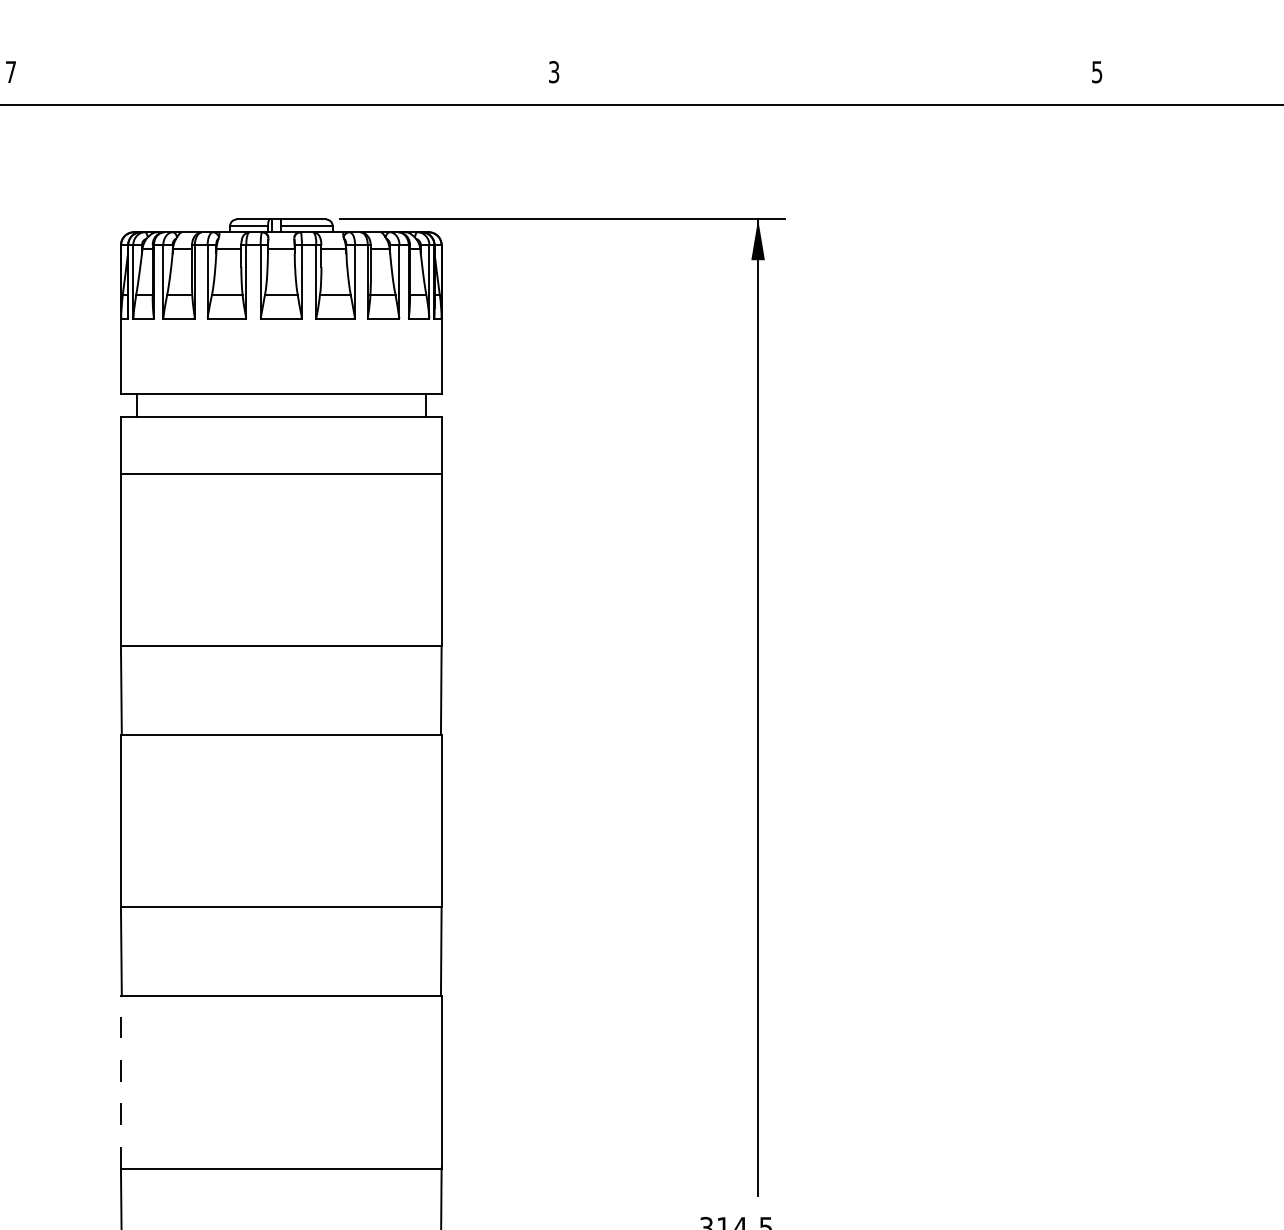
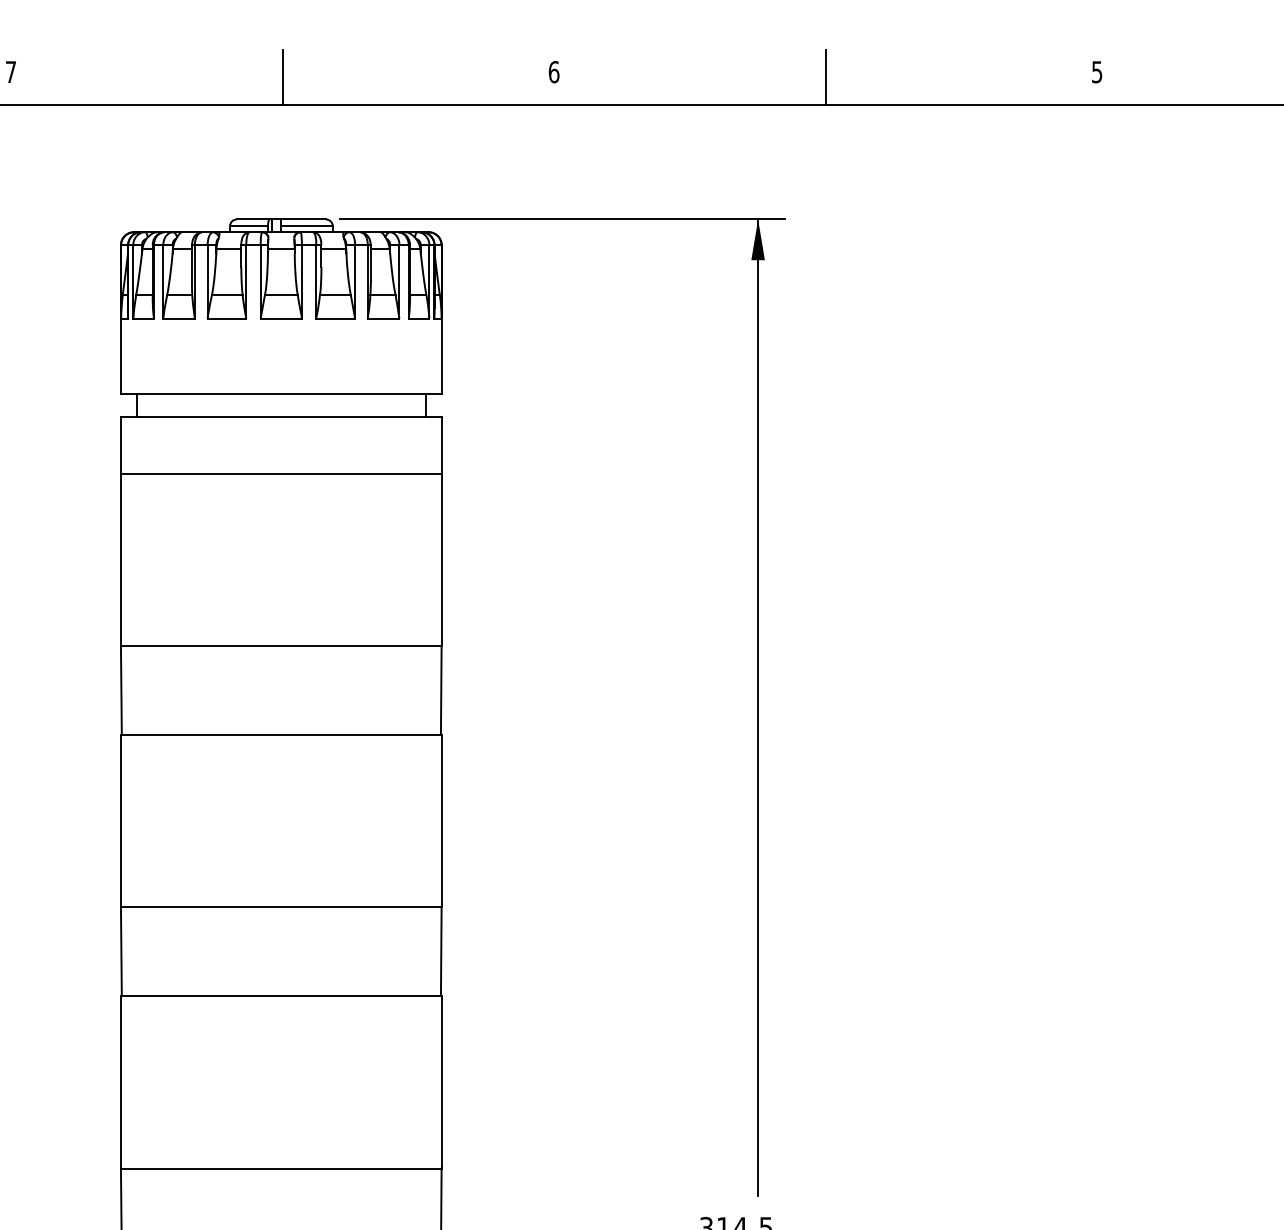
text at (553, 72): 3 -> 6
line at (282, 77): none -> present
line at (825, 77): none -> present
line at (120, 1081): dashed -> solid
